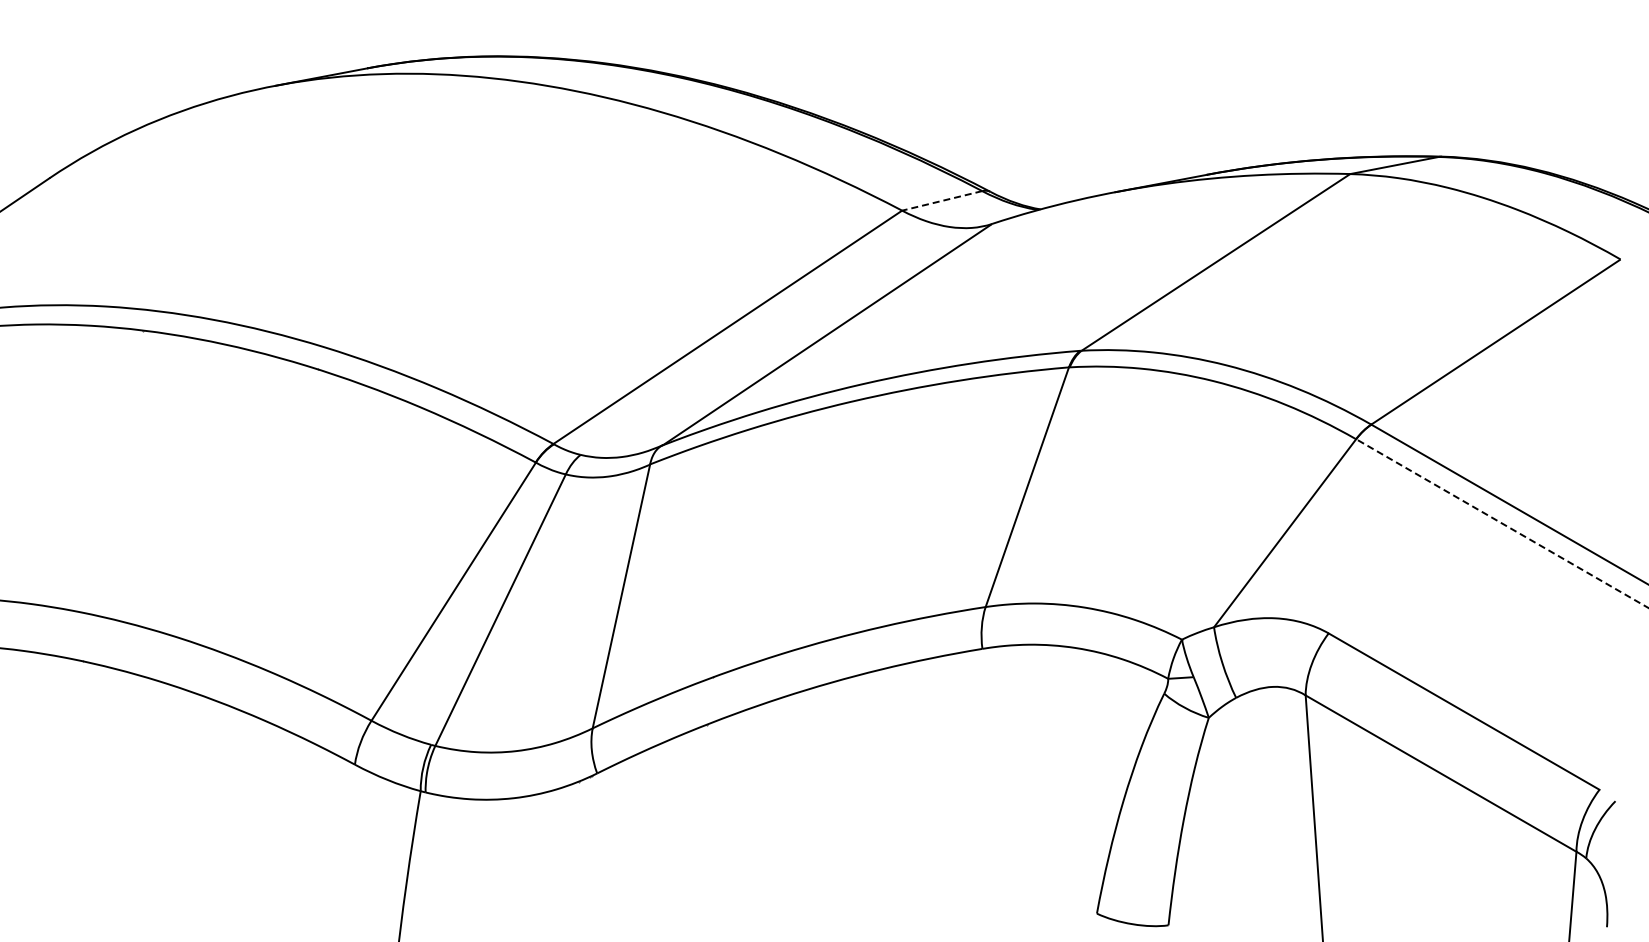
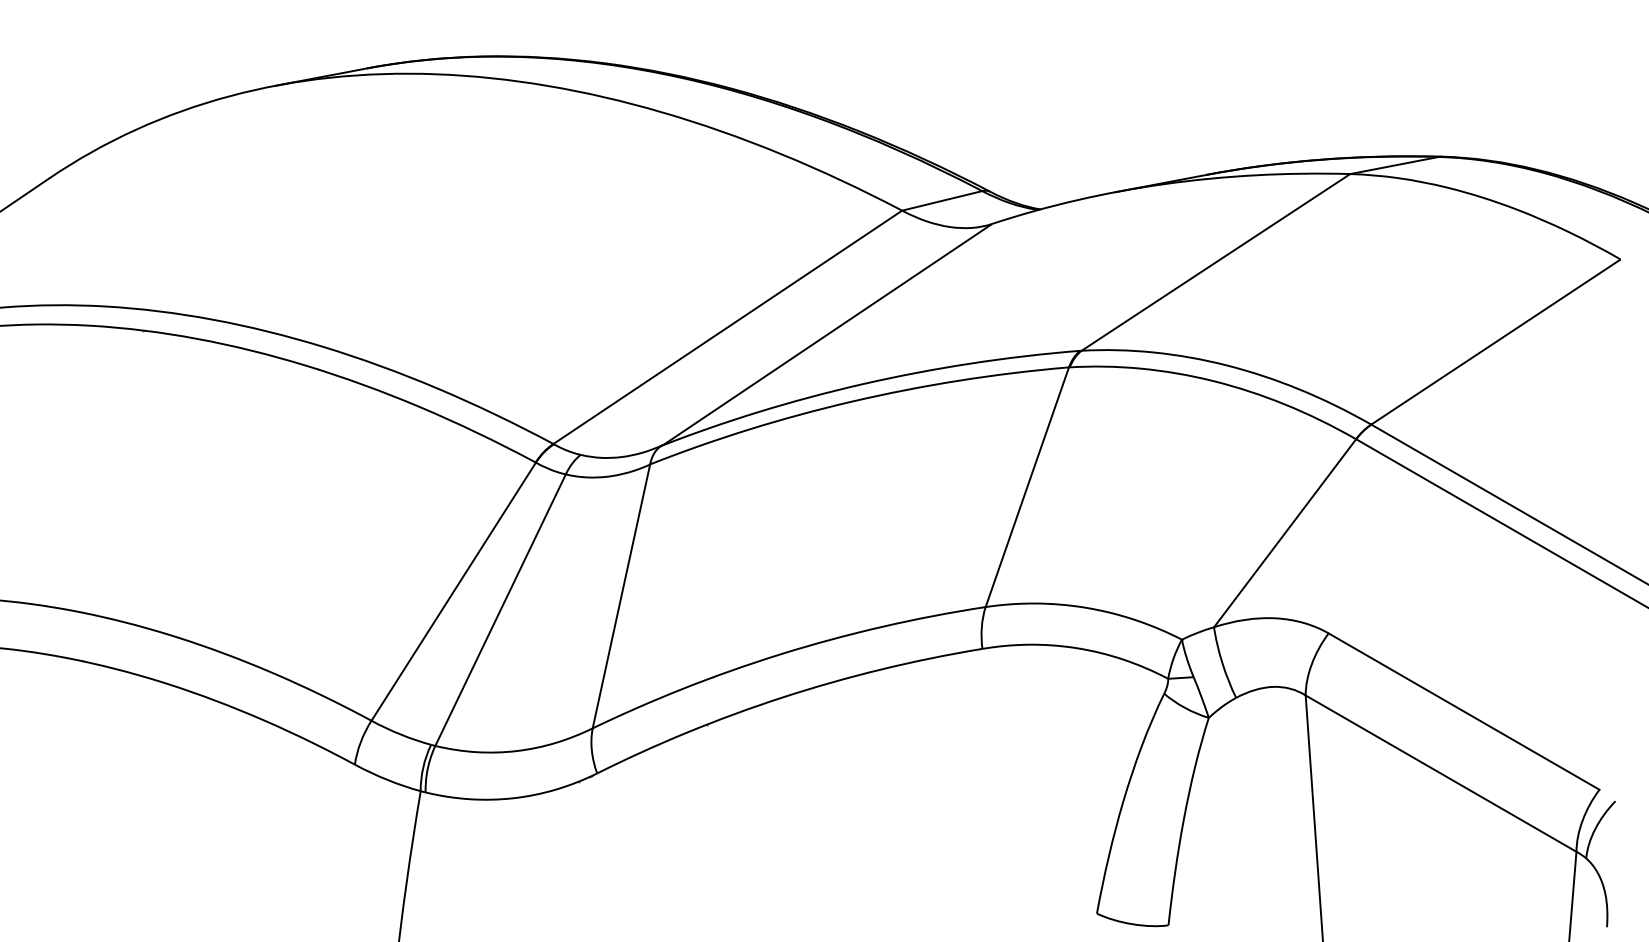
line at (941, 201): dashed -> solid
line at (1502, 523): dashed -> solid
